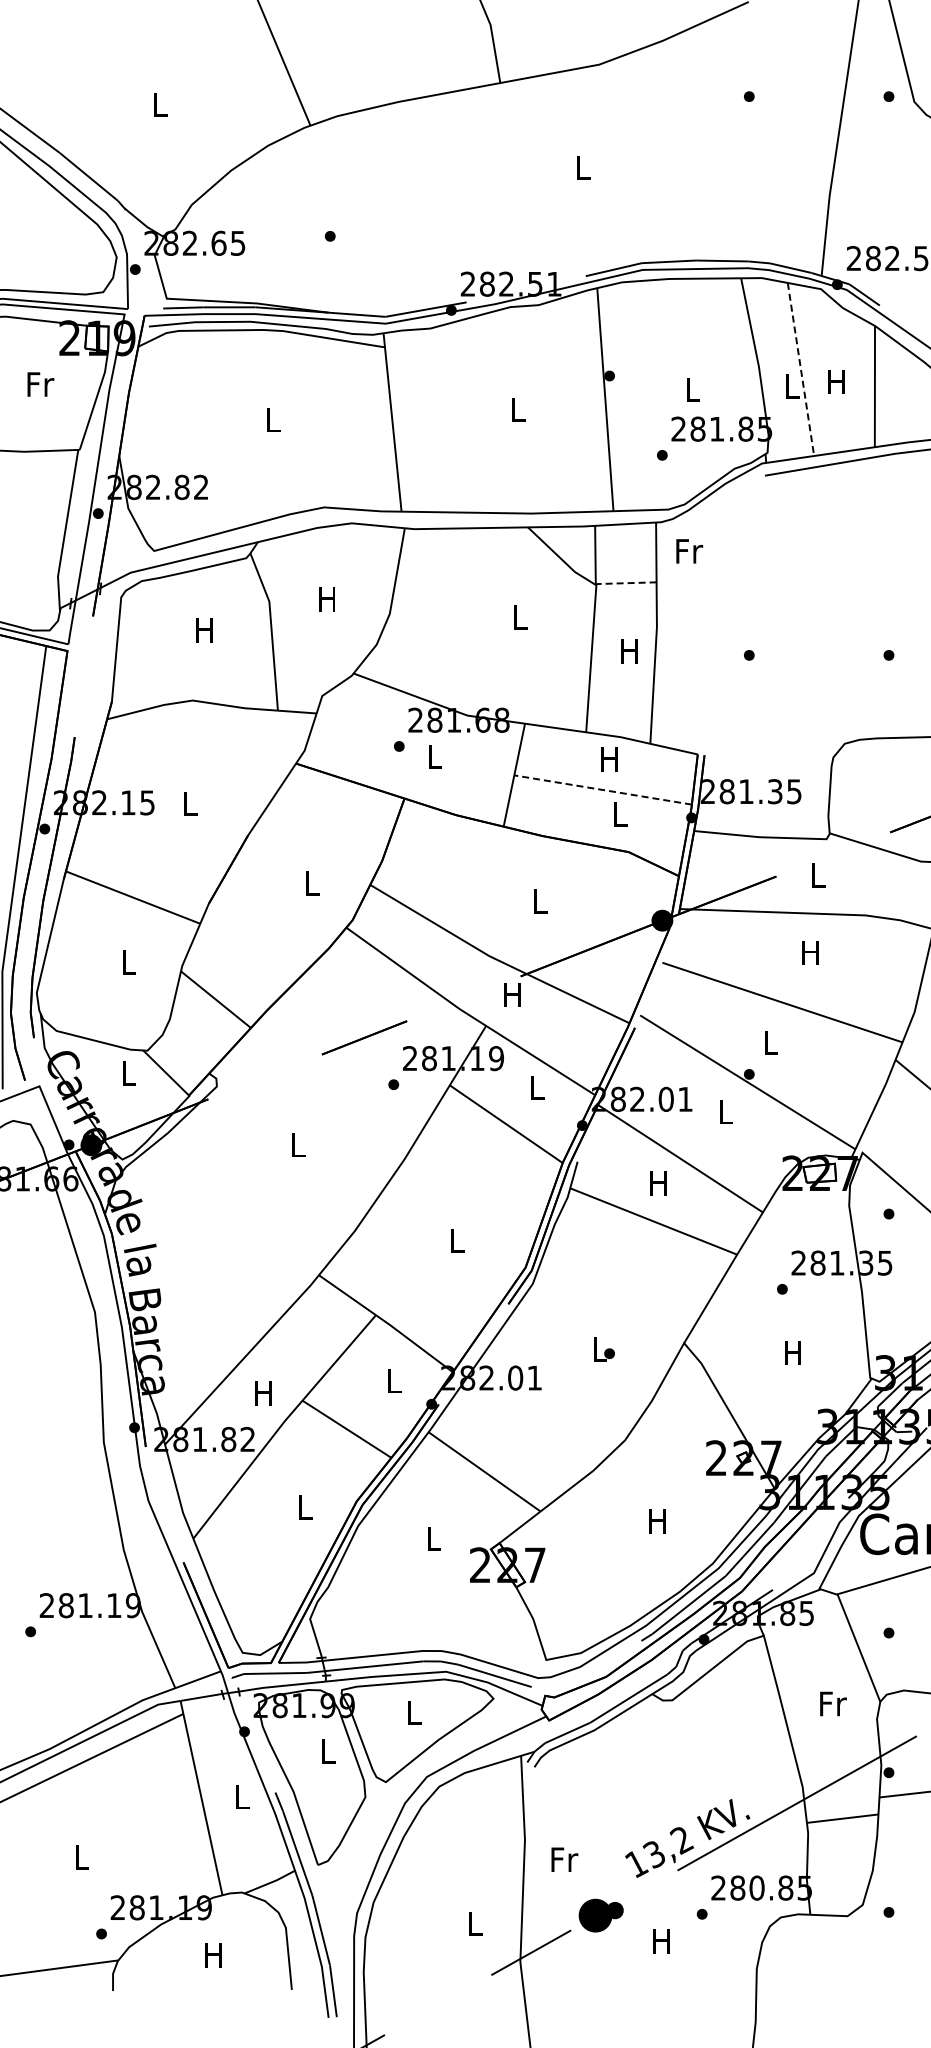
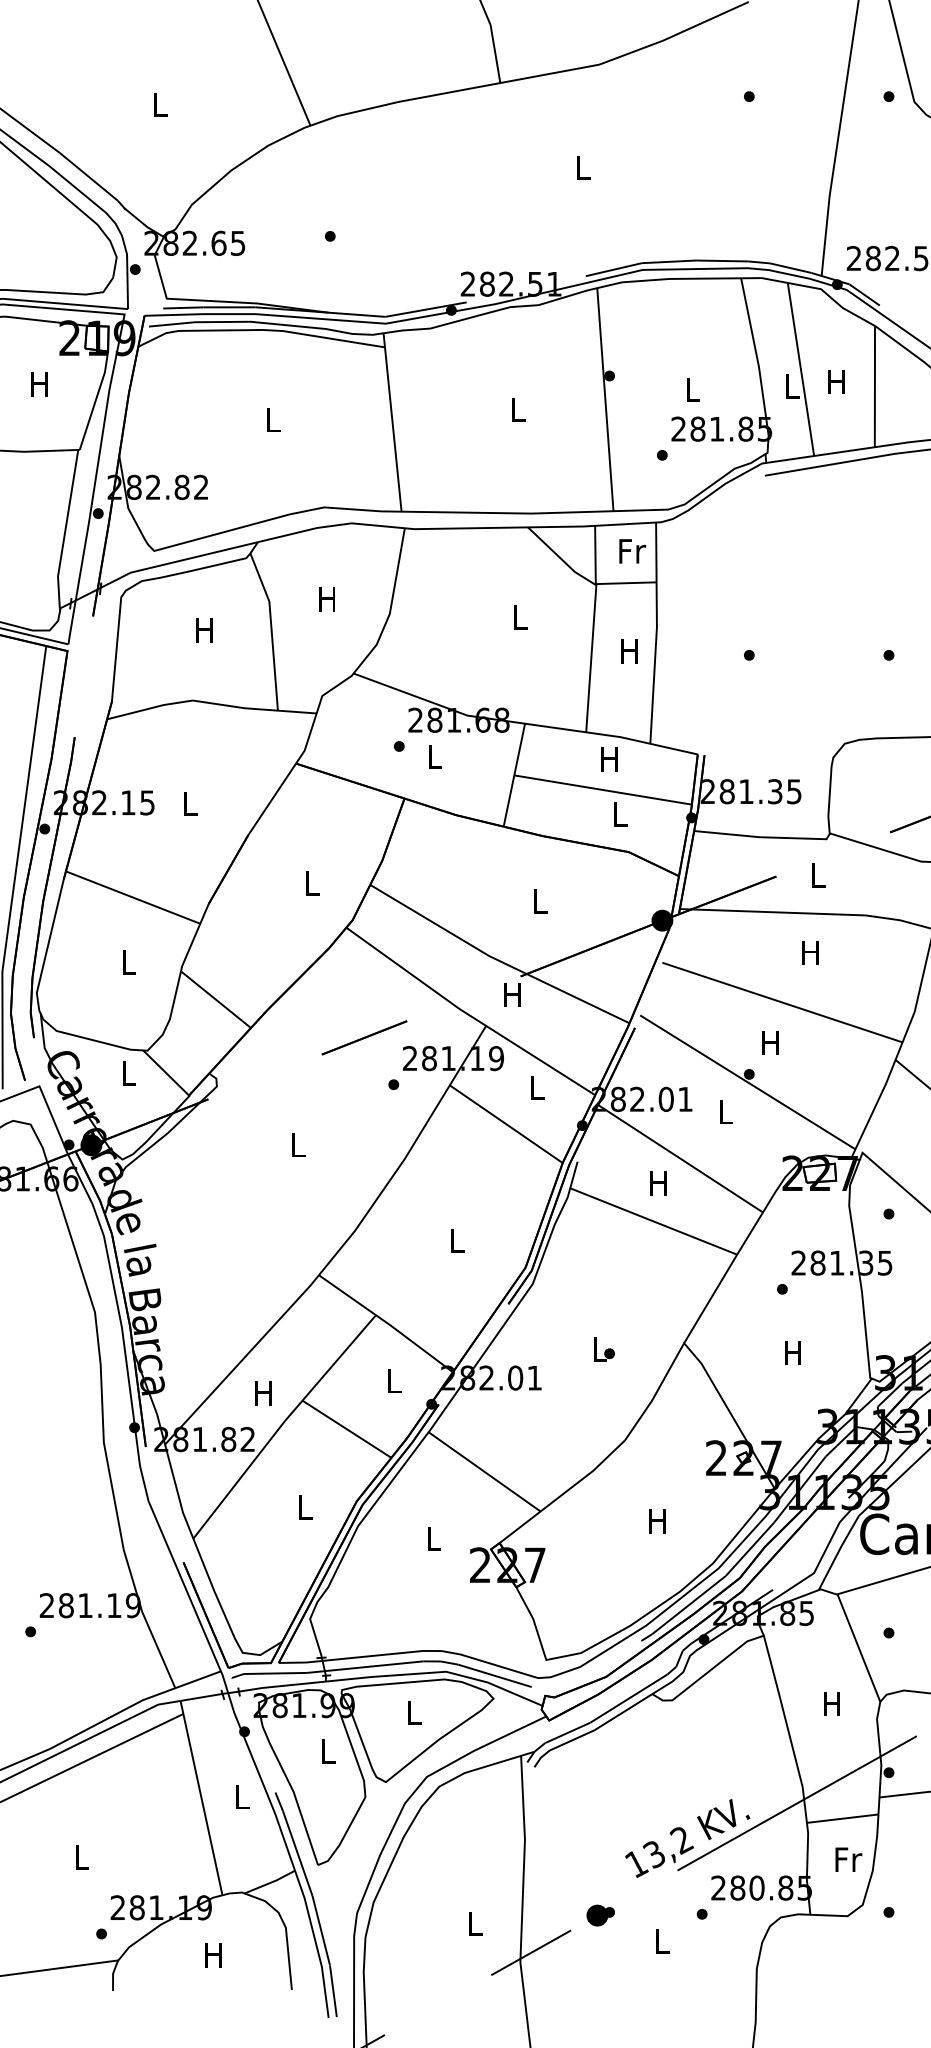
line at (800, 369): dashed -> solid
text at (40, 384): Fr -> H
text at (689, 551) position: (689, 551) -> (632, 551)
line at (625, 583): dashed -> solid
line at (603, 790): dashed -> solid
text at (770, 1042): L -> H
text at (833, 1703): Fr -> H
text at (564, 1859) position: (564, 1859) -> (848, 1859)
part at (600, 1915) size: 46x35 px -> 29x23 px
text at (661, 1941): H -> L
